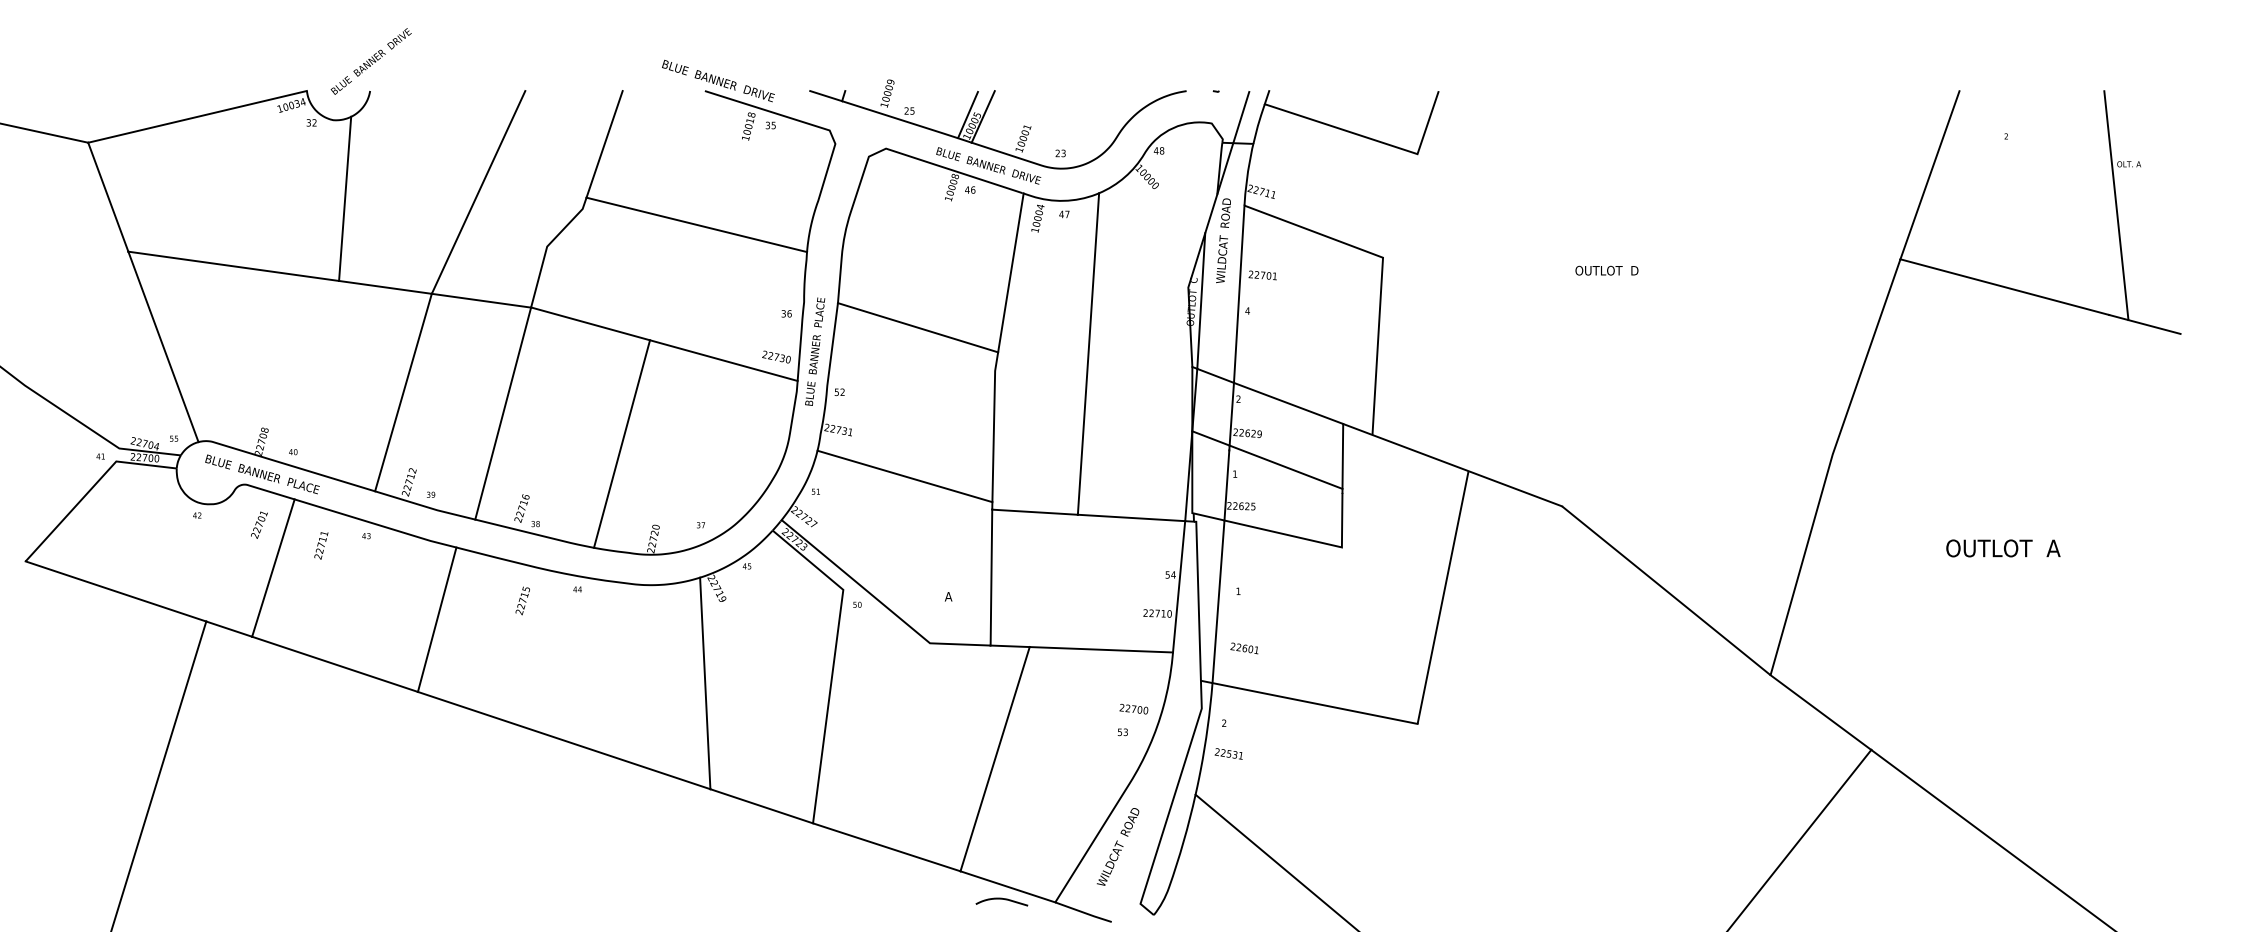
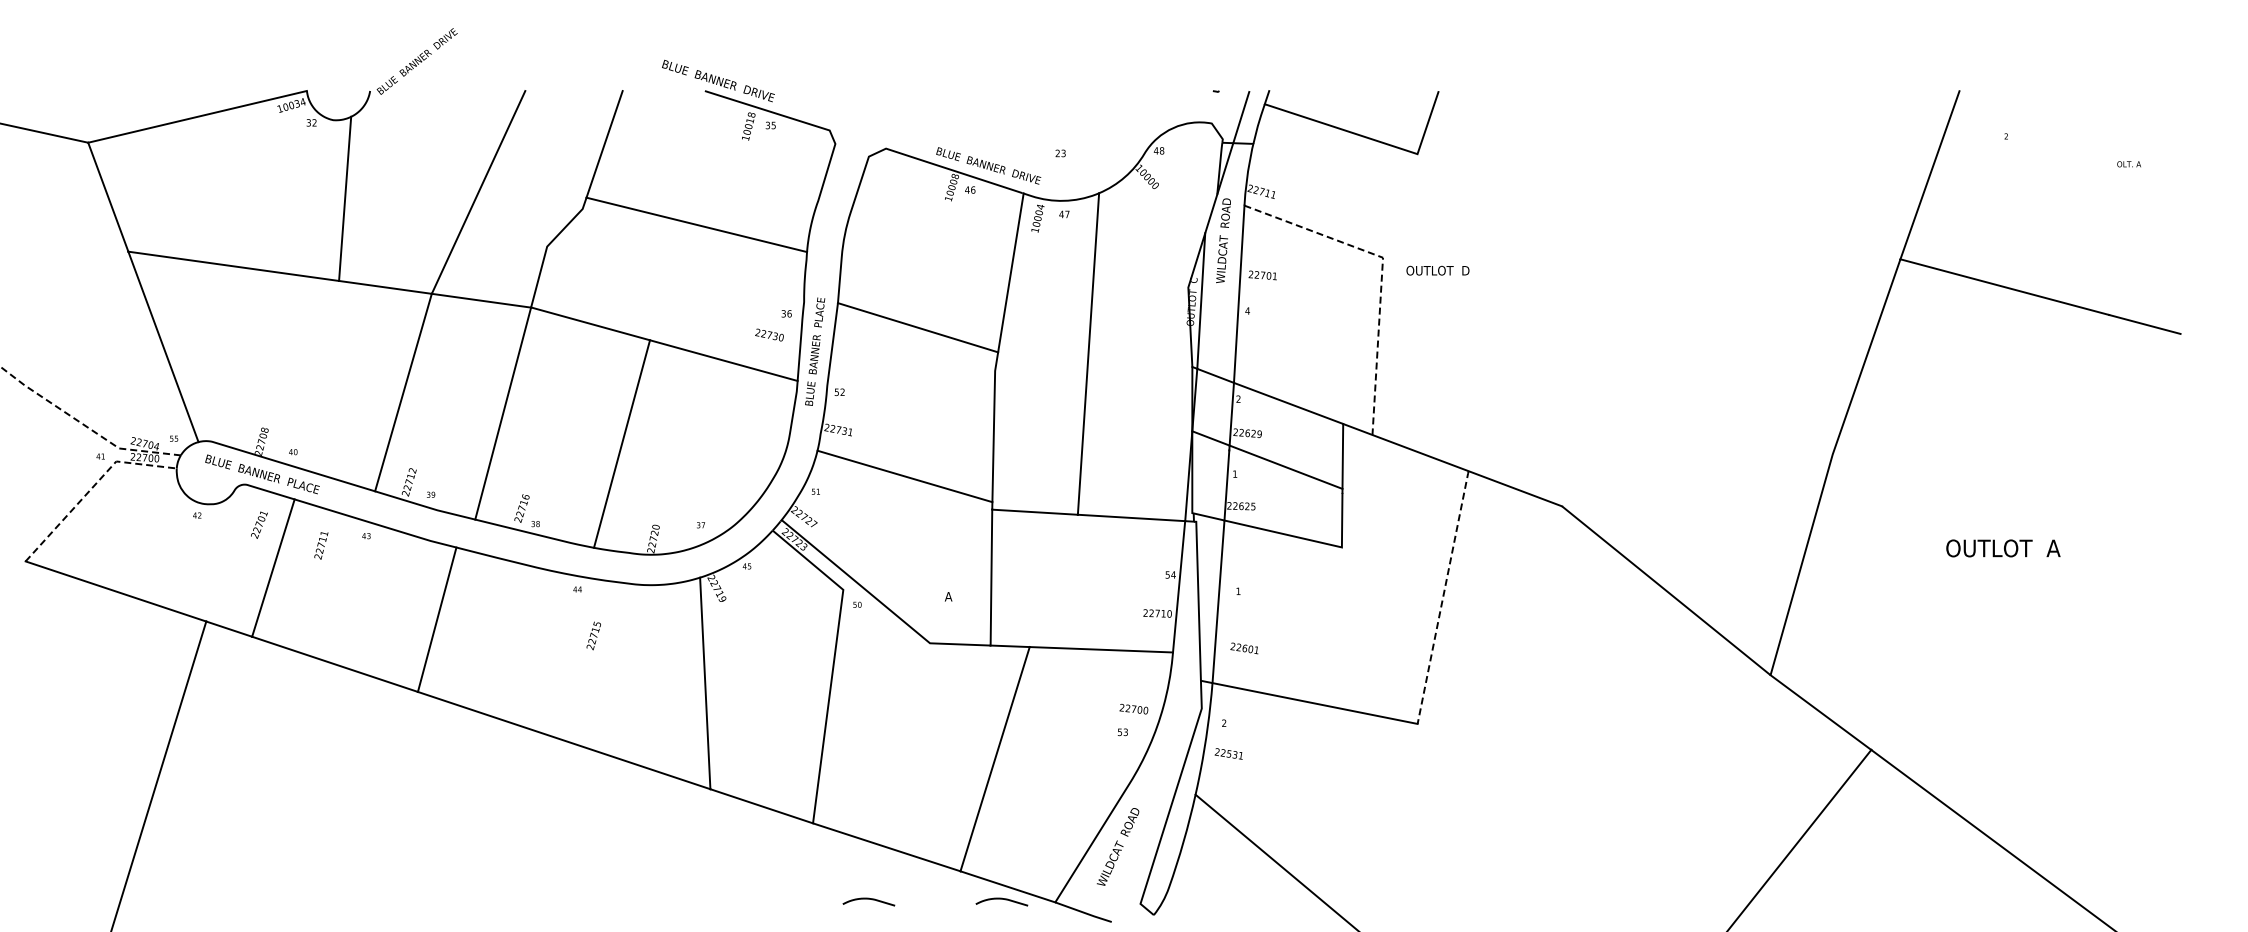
text at (370, 61) position: (370, 61) -> (416, 61)
part at (983, 119): present -> none
line at (2116, 205): present -> none
text at (1606, 270) position: (1606, 270) -> (1437, 270)
line at (1382, 271): solid -> dashed
text at (776, 356) position: (776, 356) -> (769, 334)
line at (84, 425): solid -> dashed
line at (92, 488): solid -> dashed
line at (1443, 596): solid -> dashed
text at (522, 600) position: (522, 600) -> (593, 635)
curve at (868, 899): none -> present
